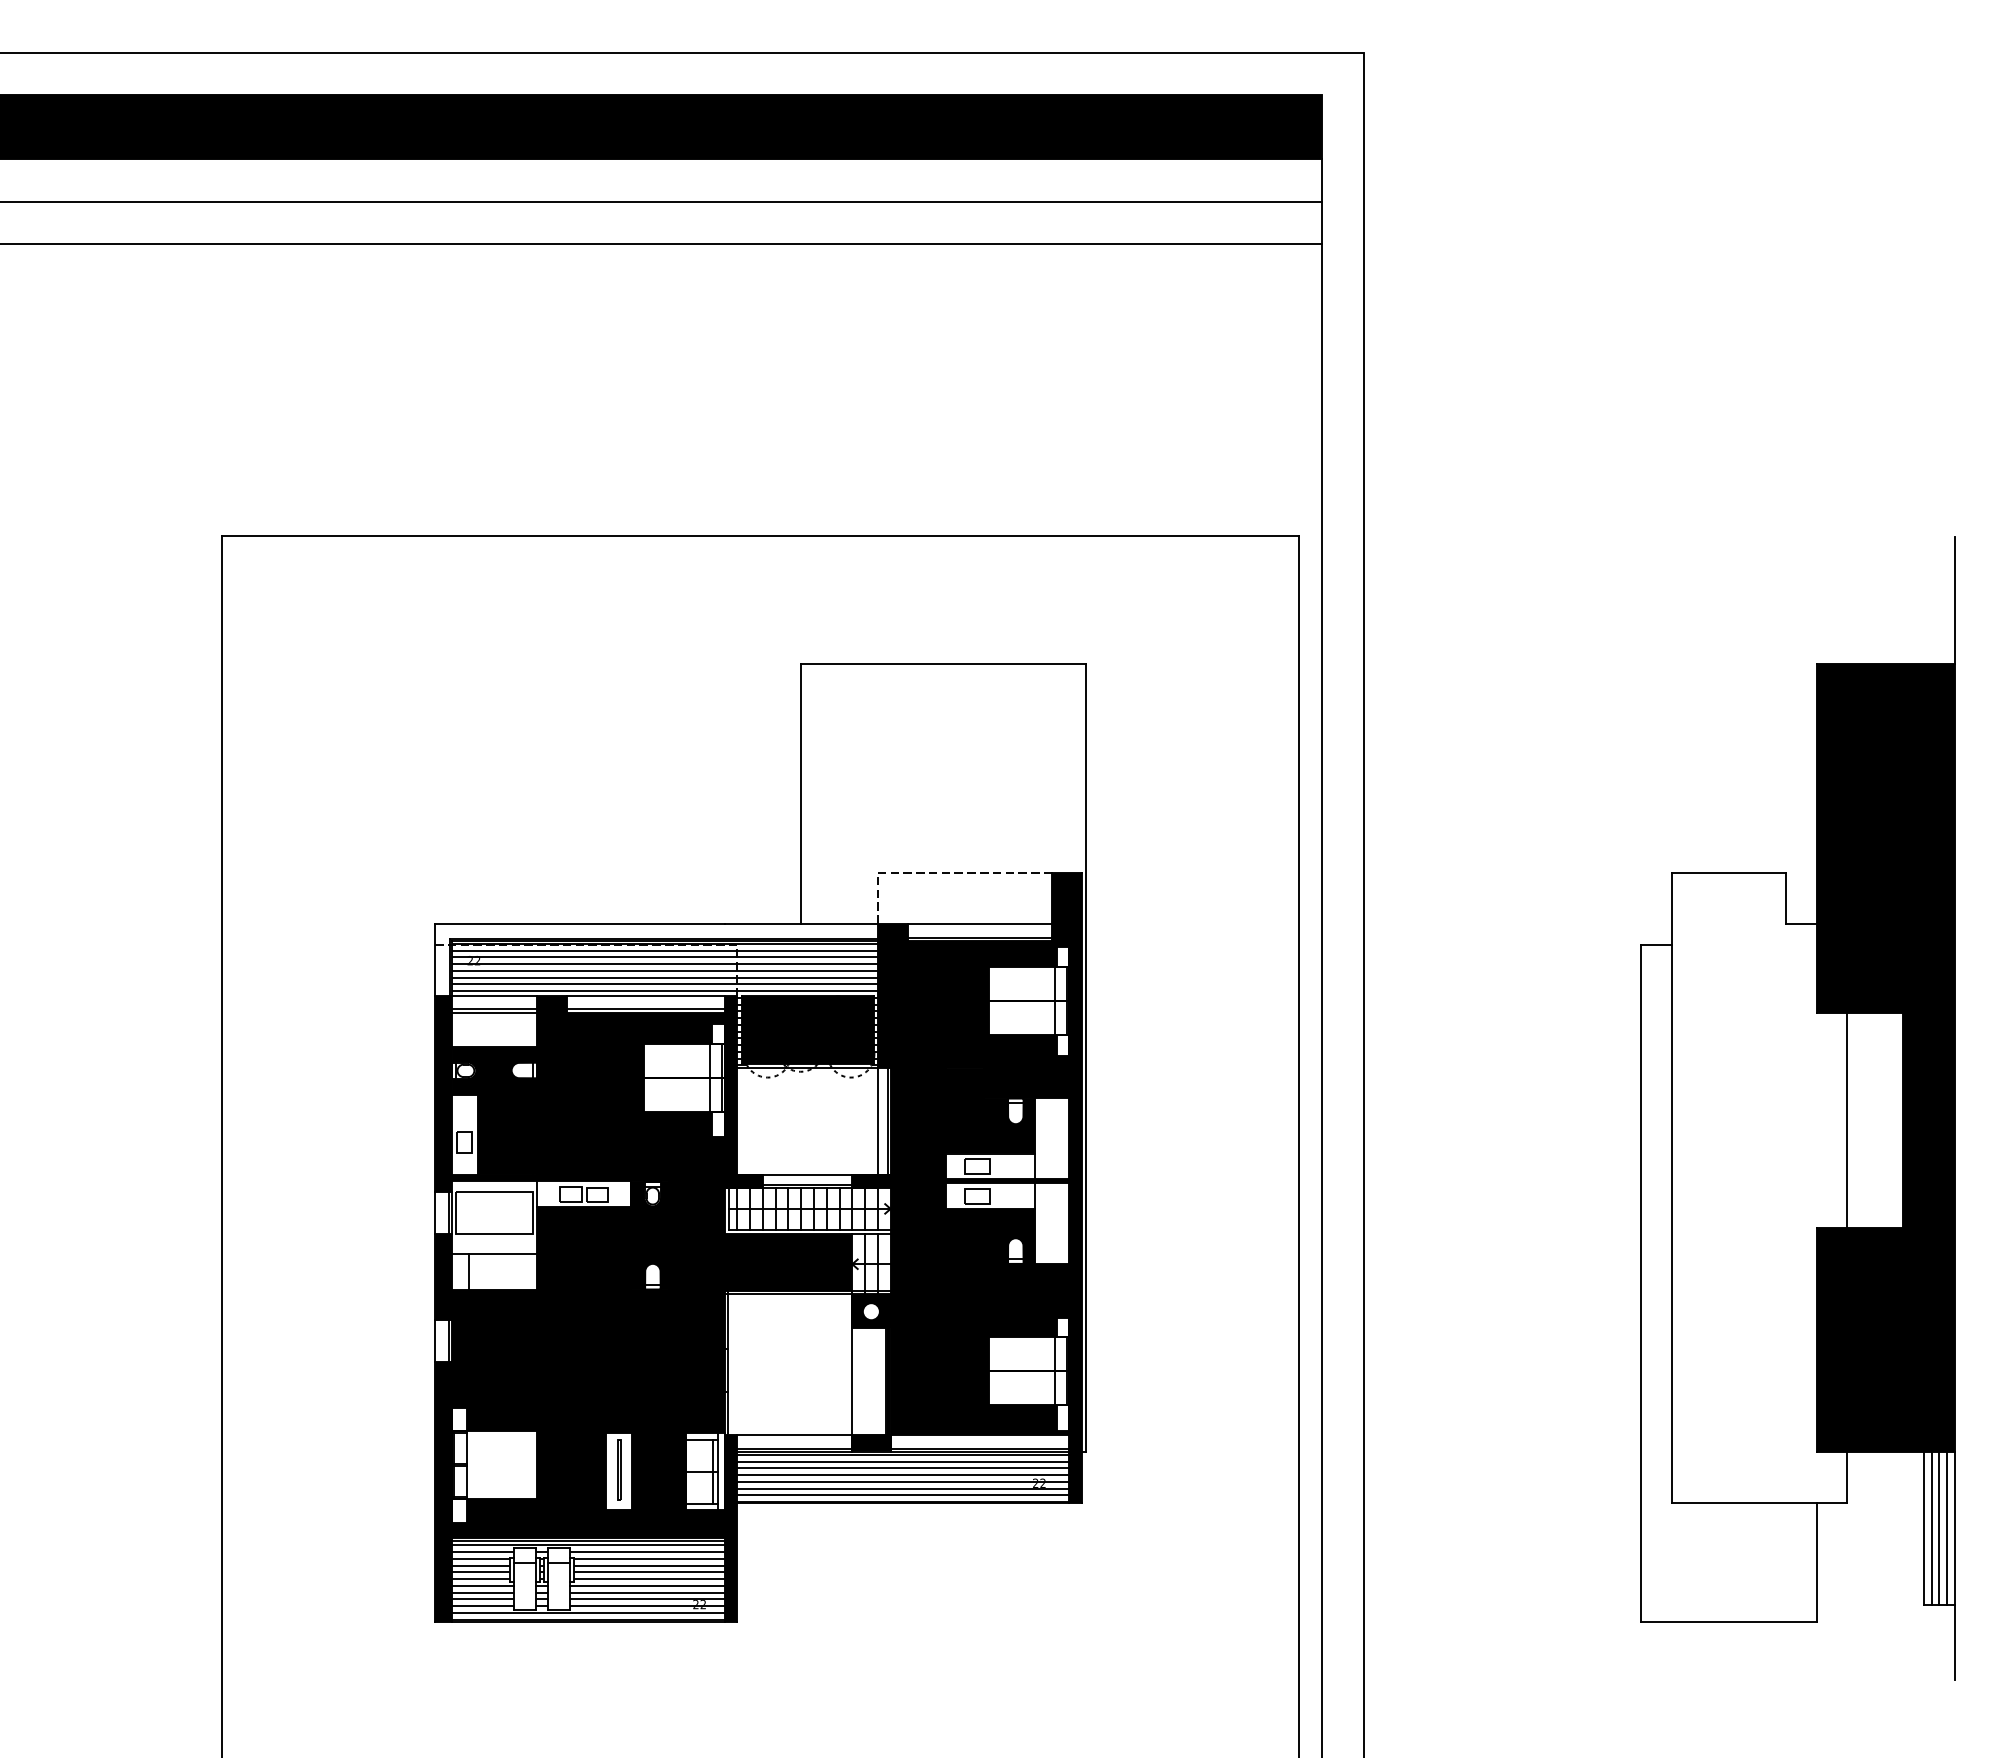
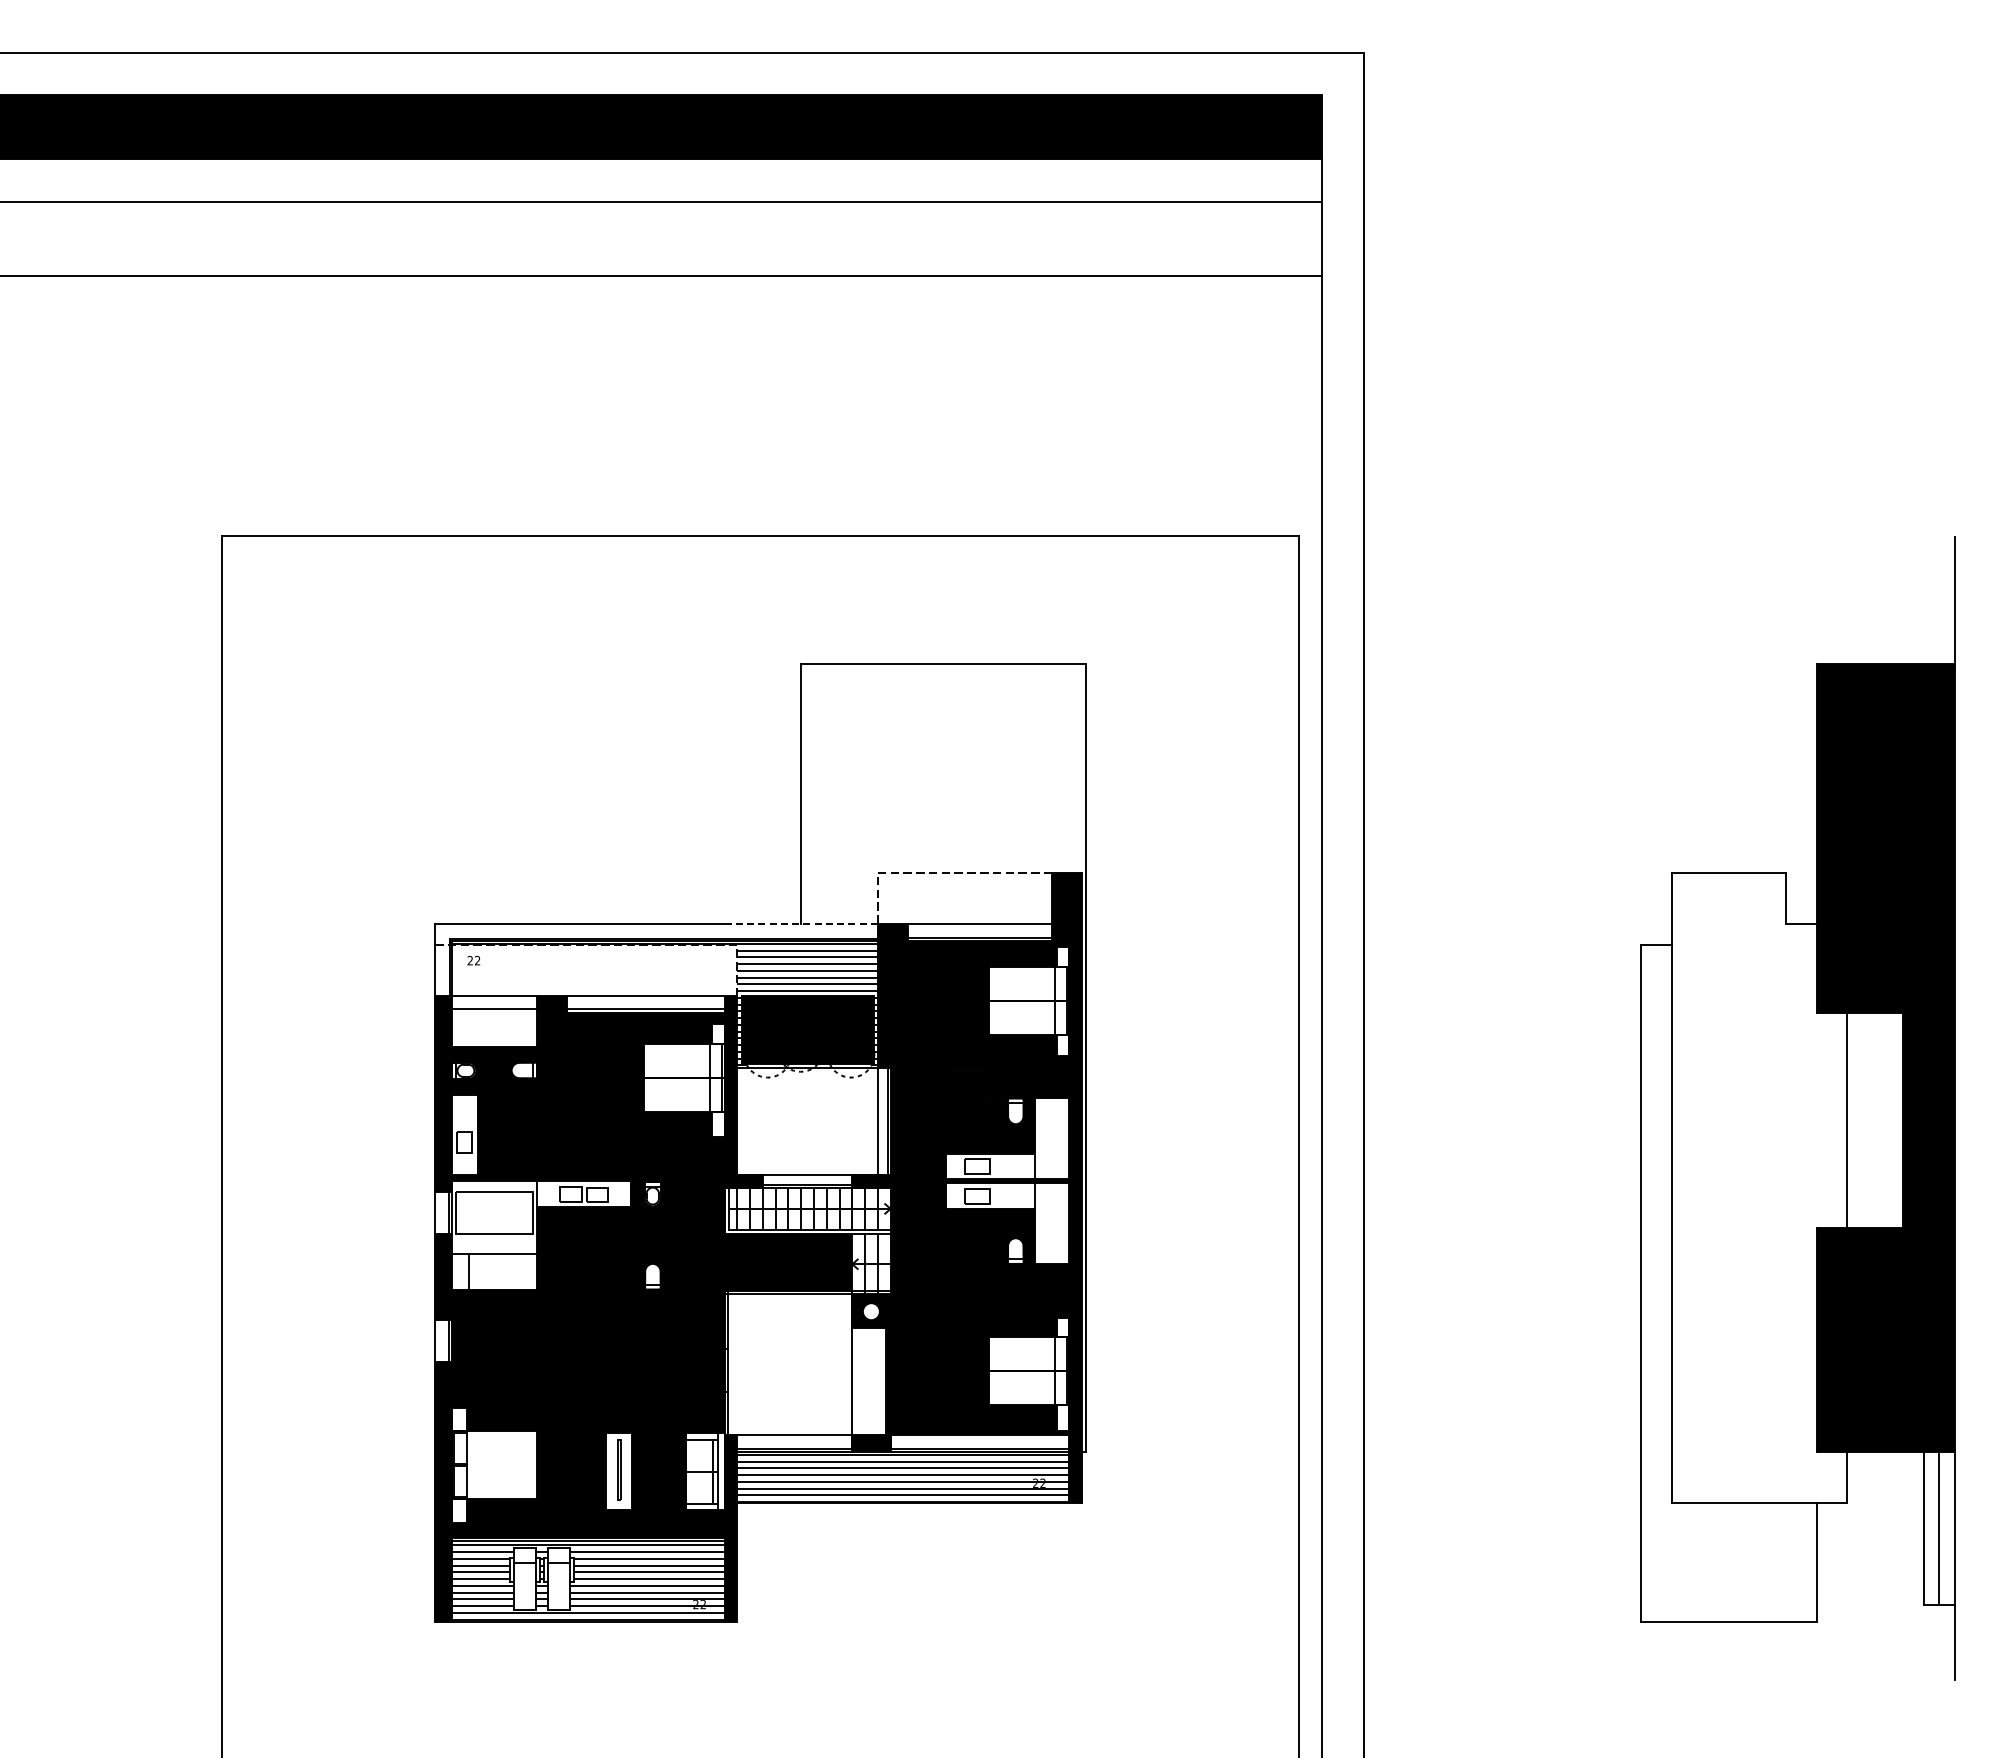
line at (661, 244) position: (661, 244) -> (661, 276)
line at (801, 923): solid -> dashed
hatch at (594, 970): present -> none
line at (494, 1013): present -> none
line at (1931, 1527): present -> none
line at (1946, 1527): present -> none
